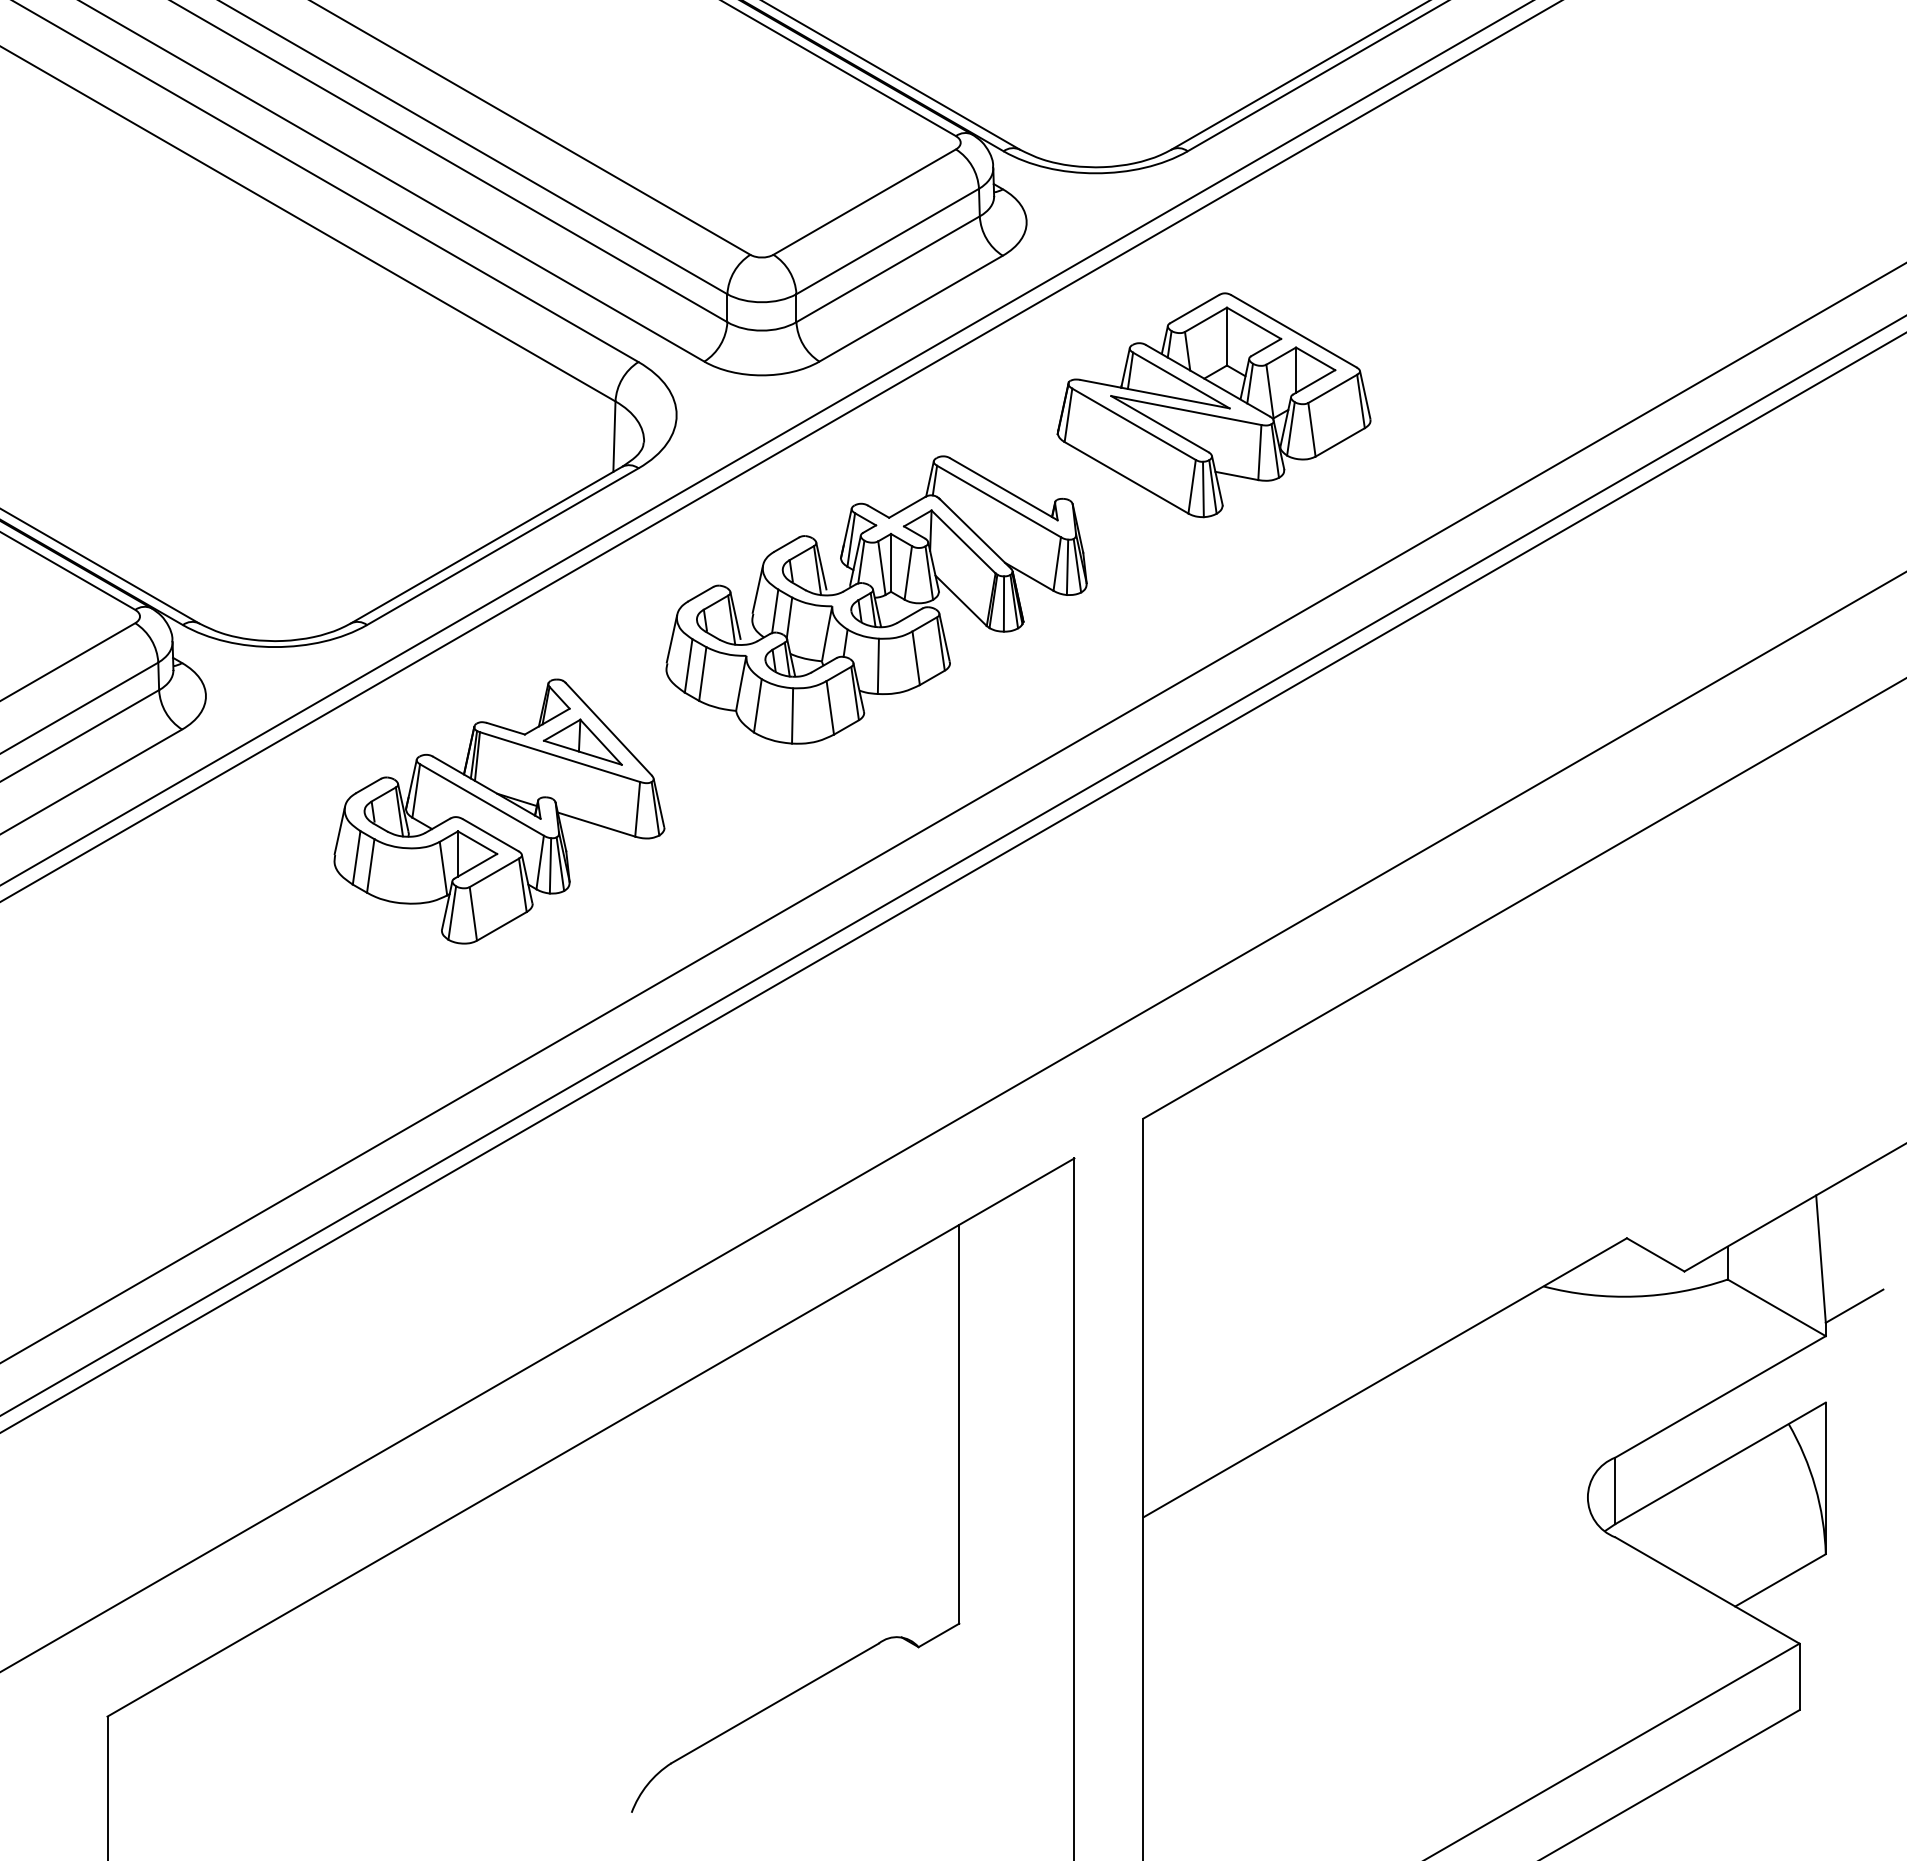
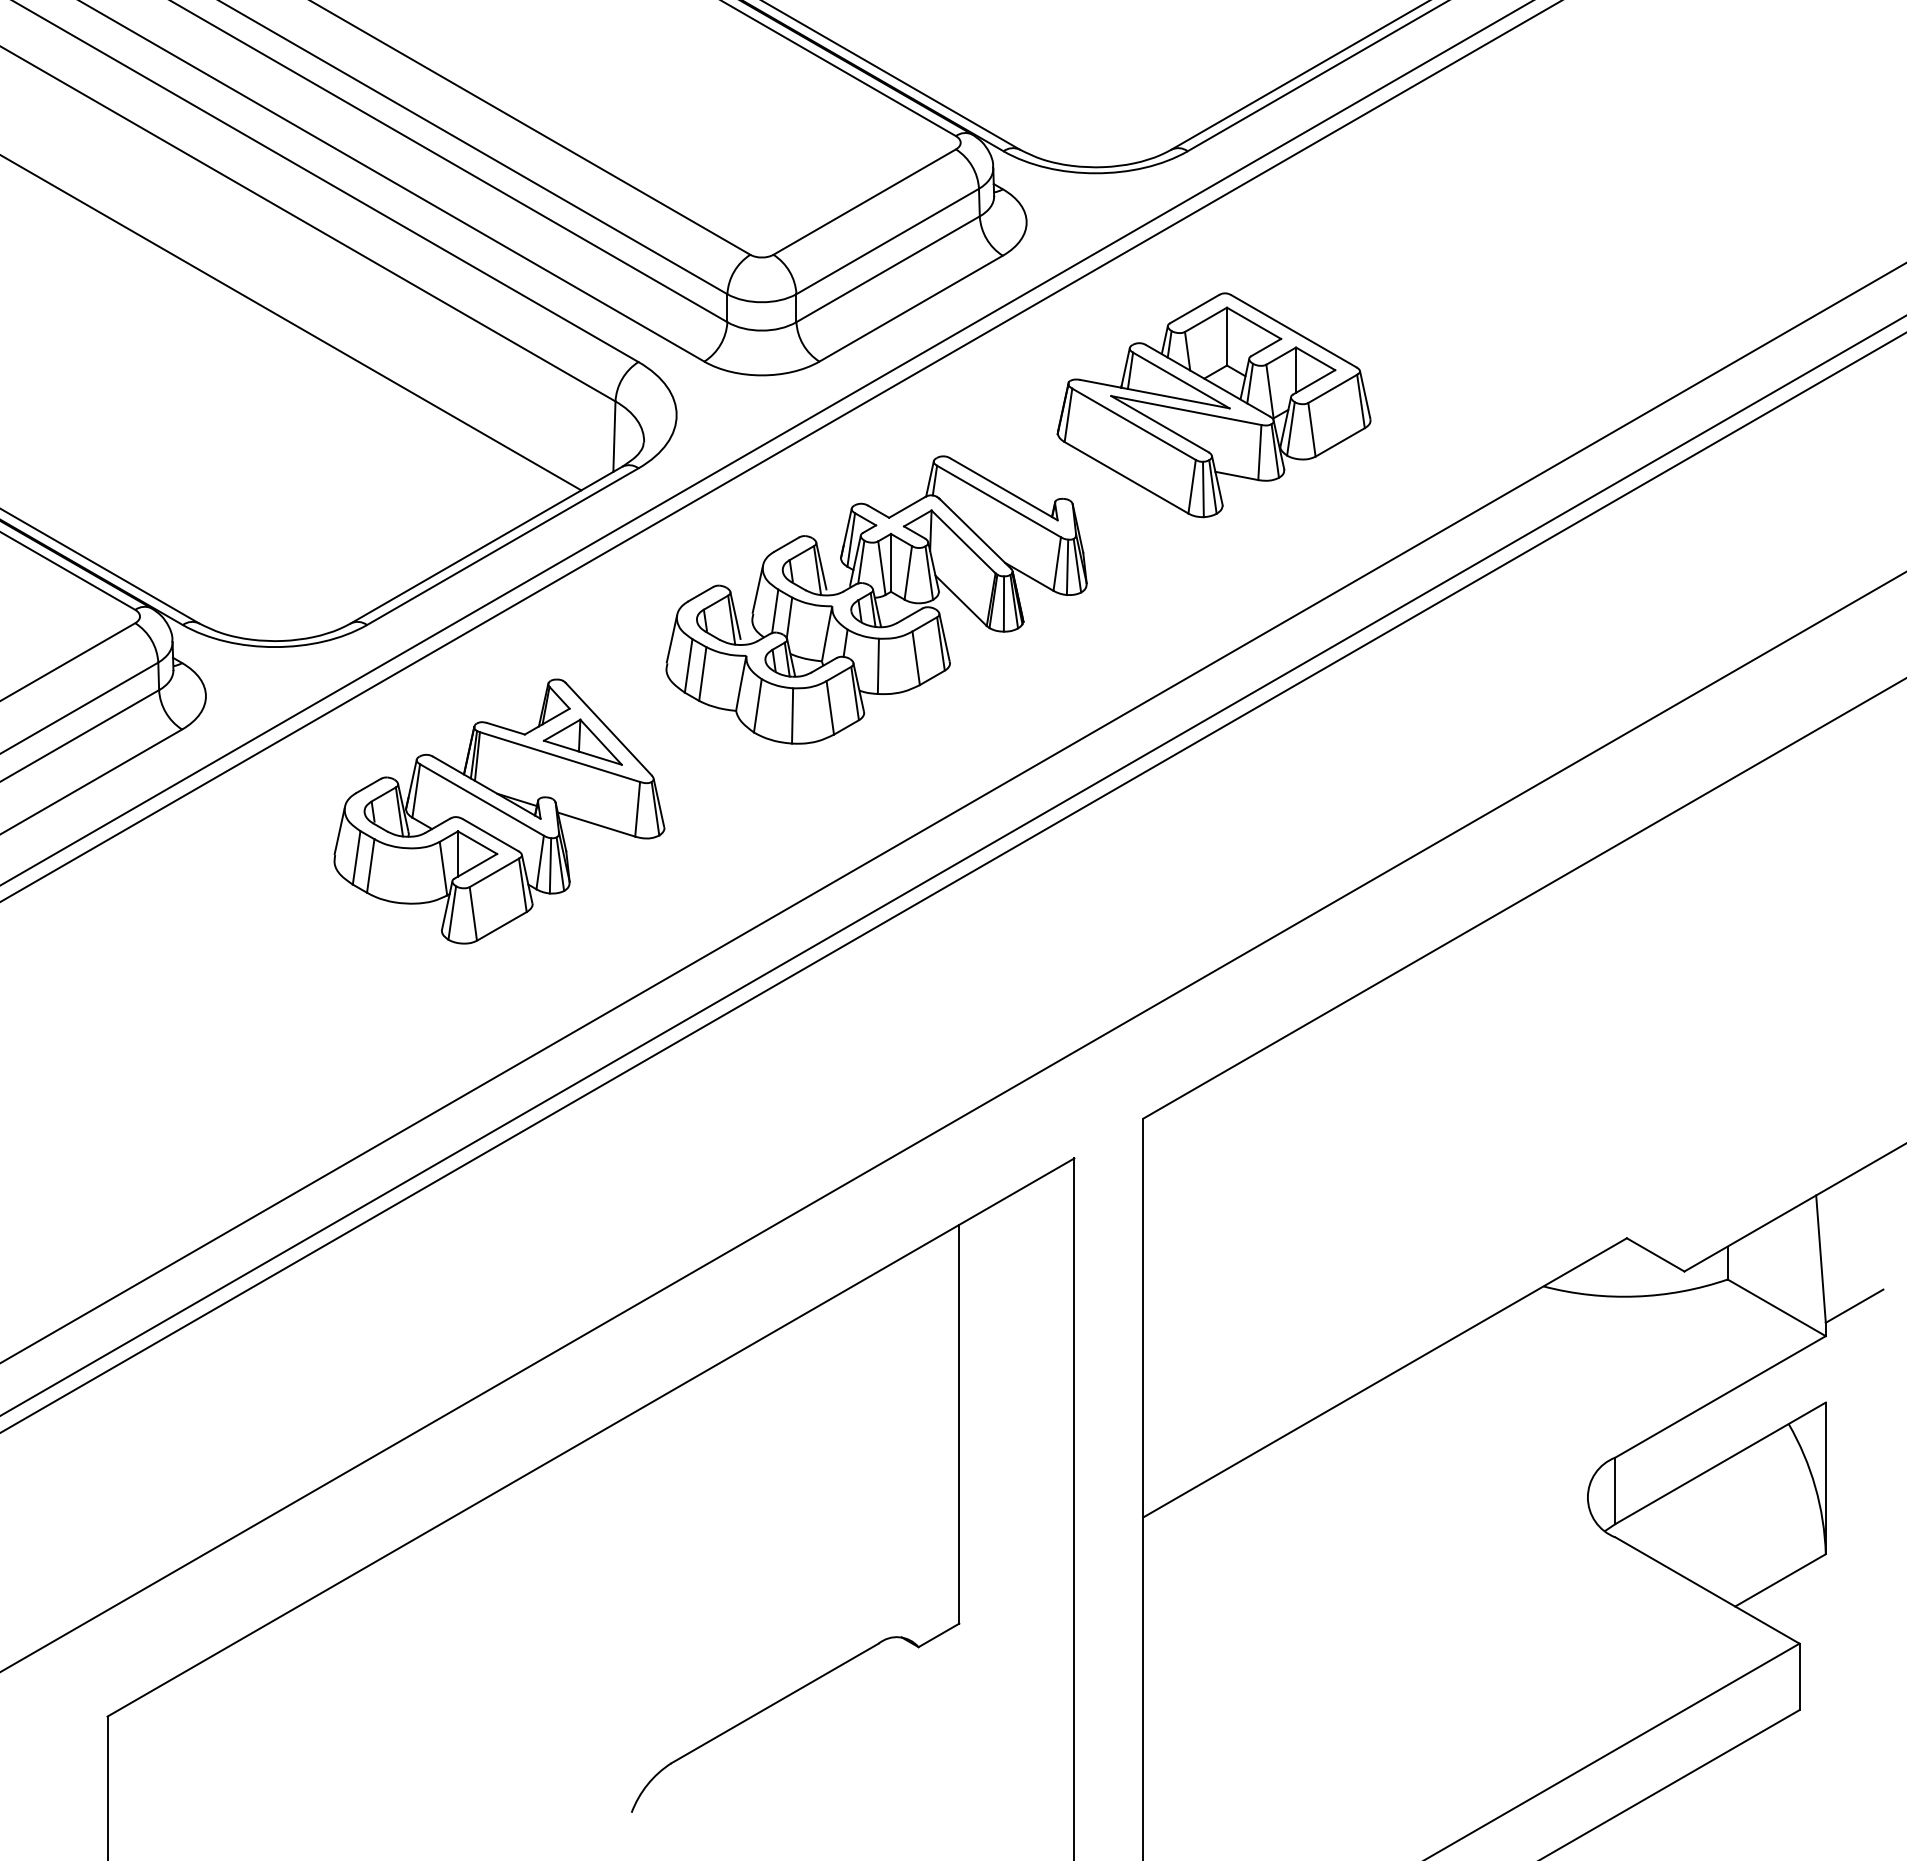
line at (291, 323): none -> present
